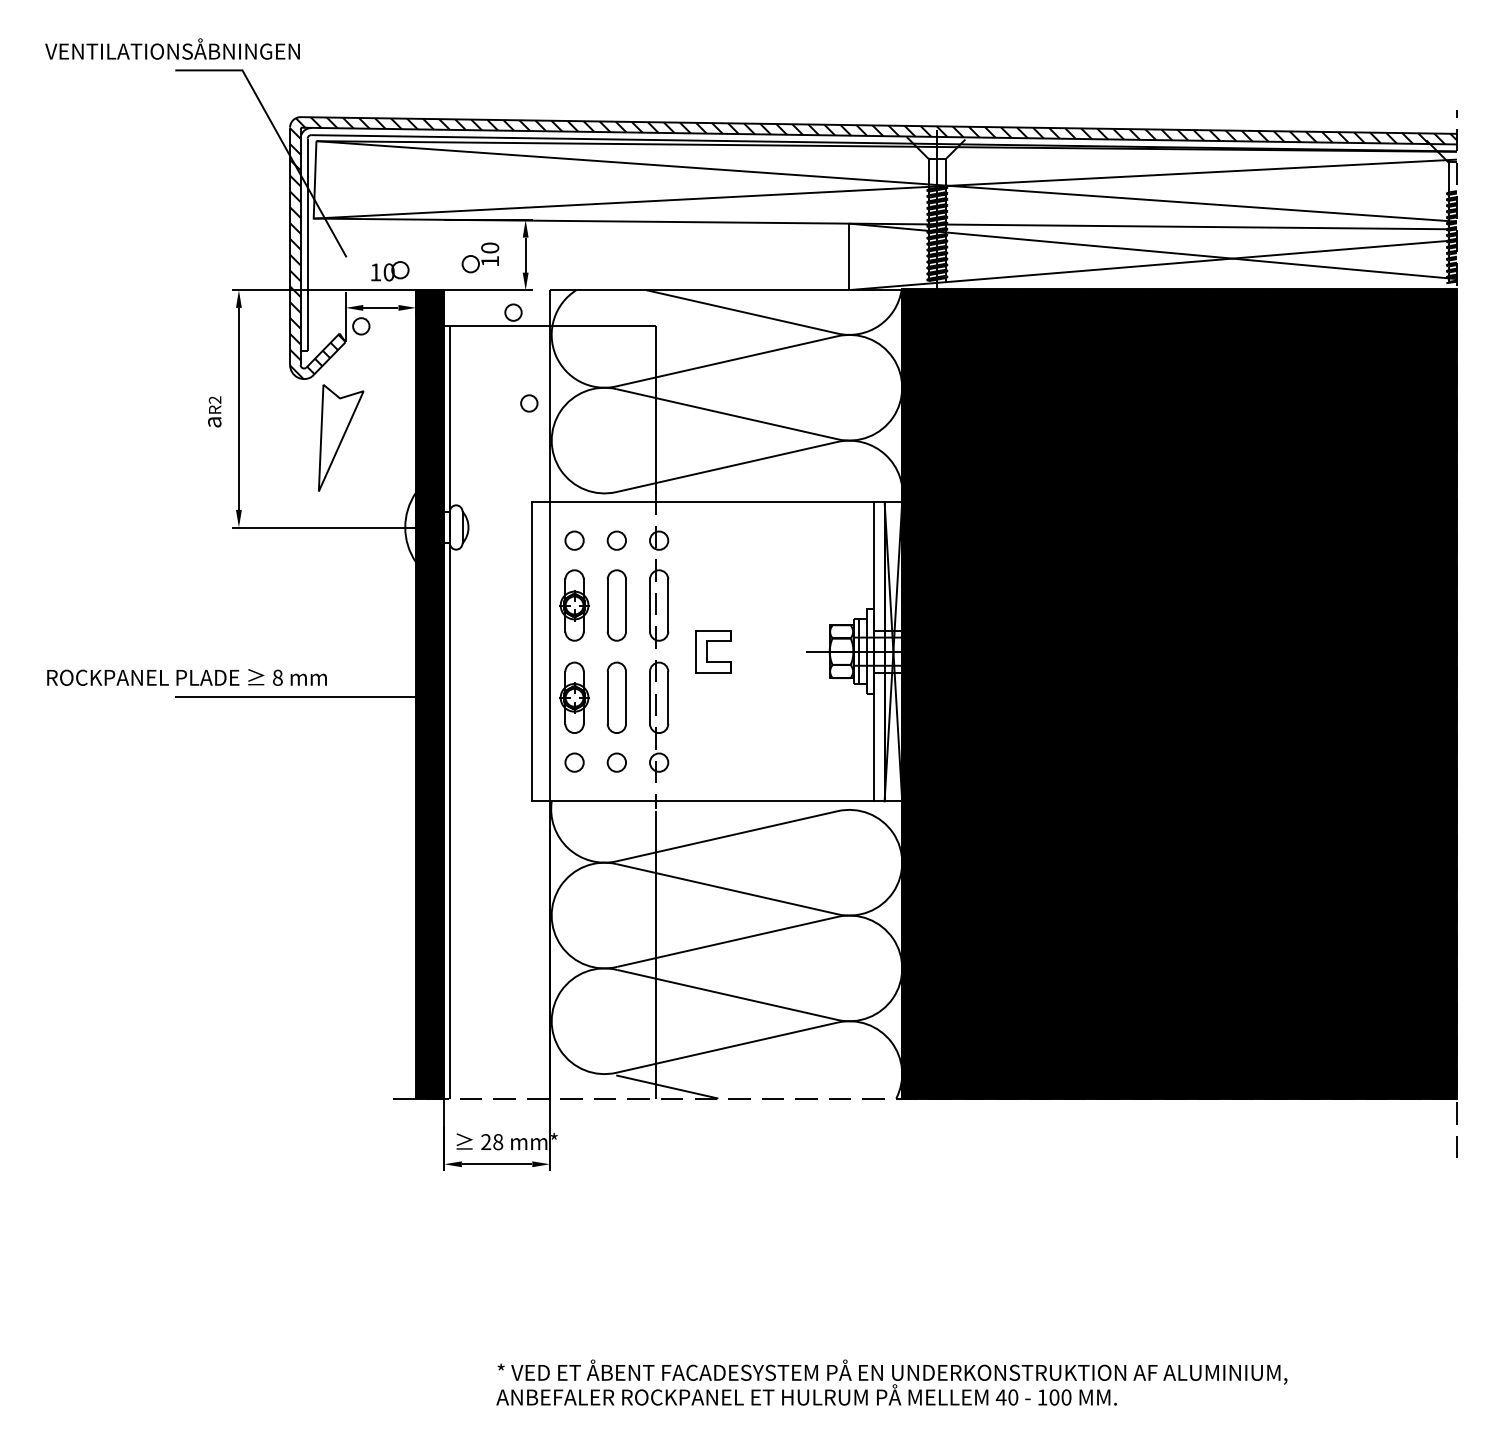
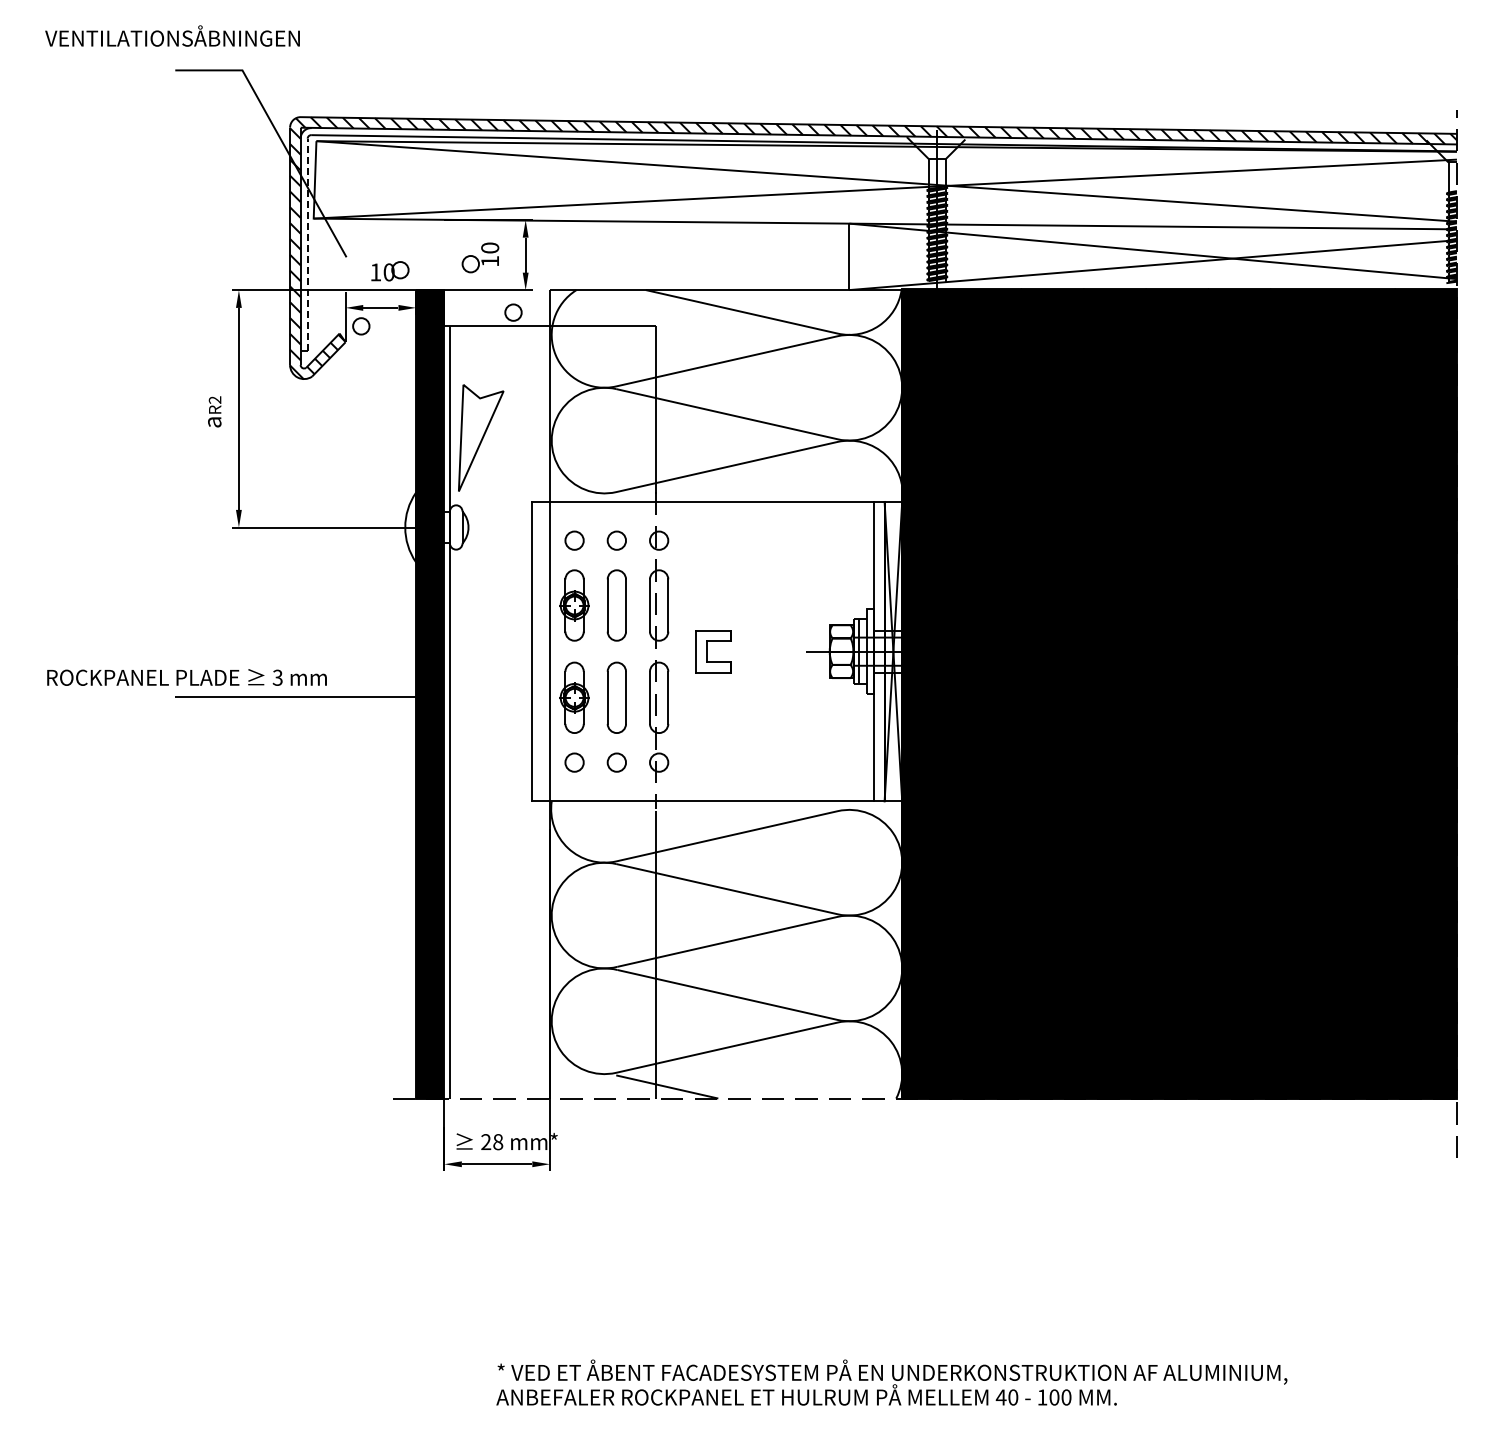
text at (172, 48) position: (172, 48) -> (172, 35)
line at (307, 244): solid -> dashed
circle at (529, 403): present -> none
part at (341, 437) position: (341, 437) -> (481, 437)
text at (277, 677): 8 -> 3
